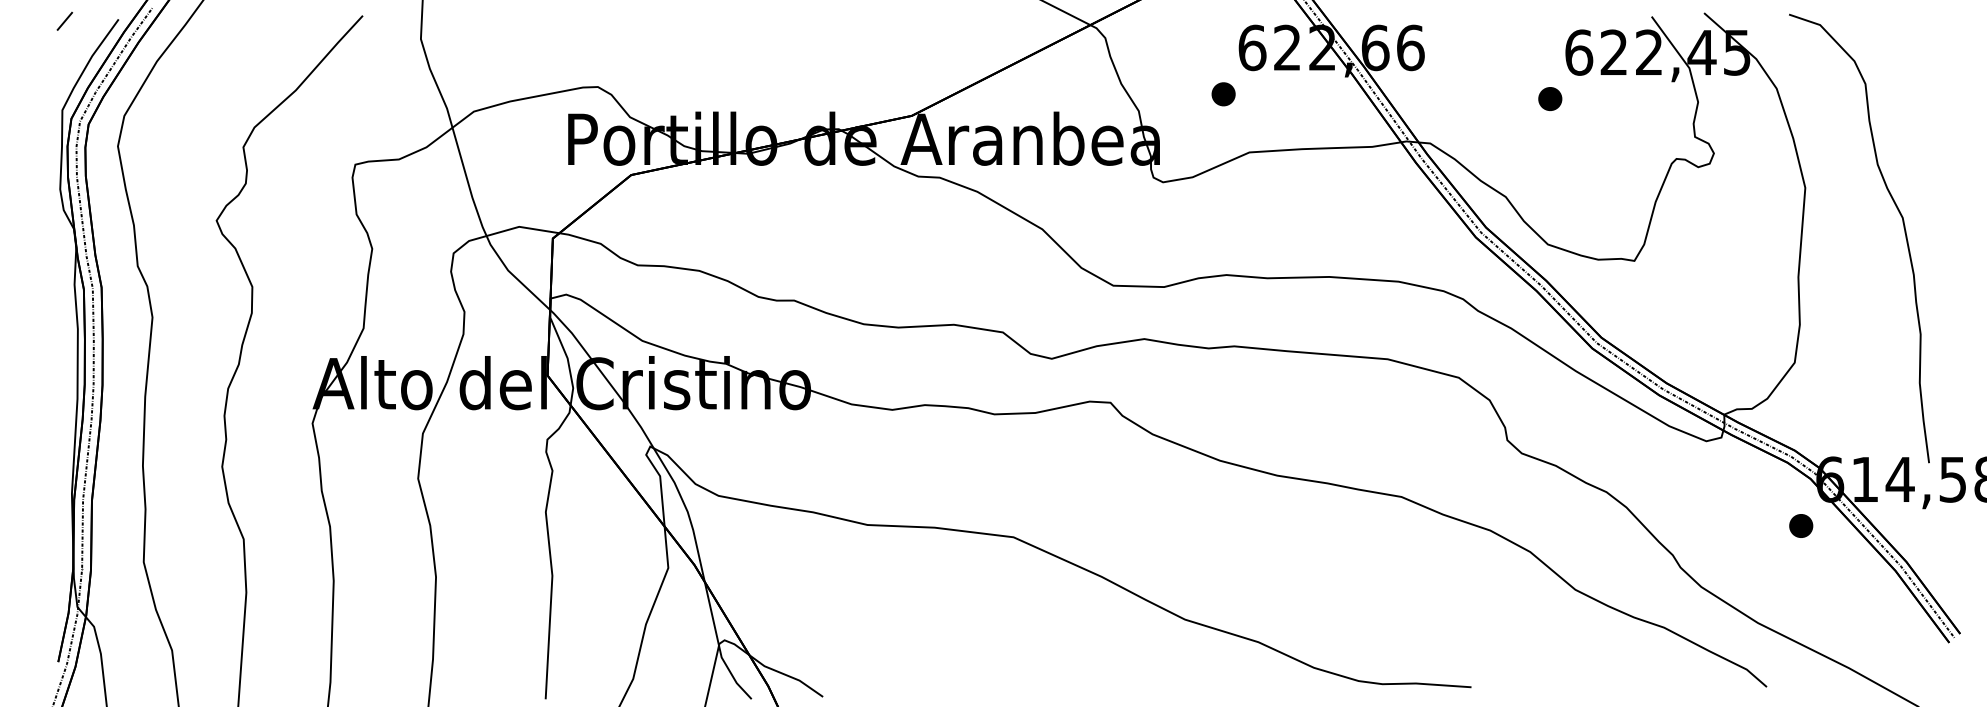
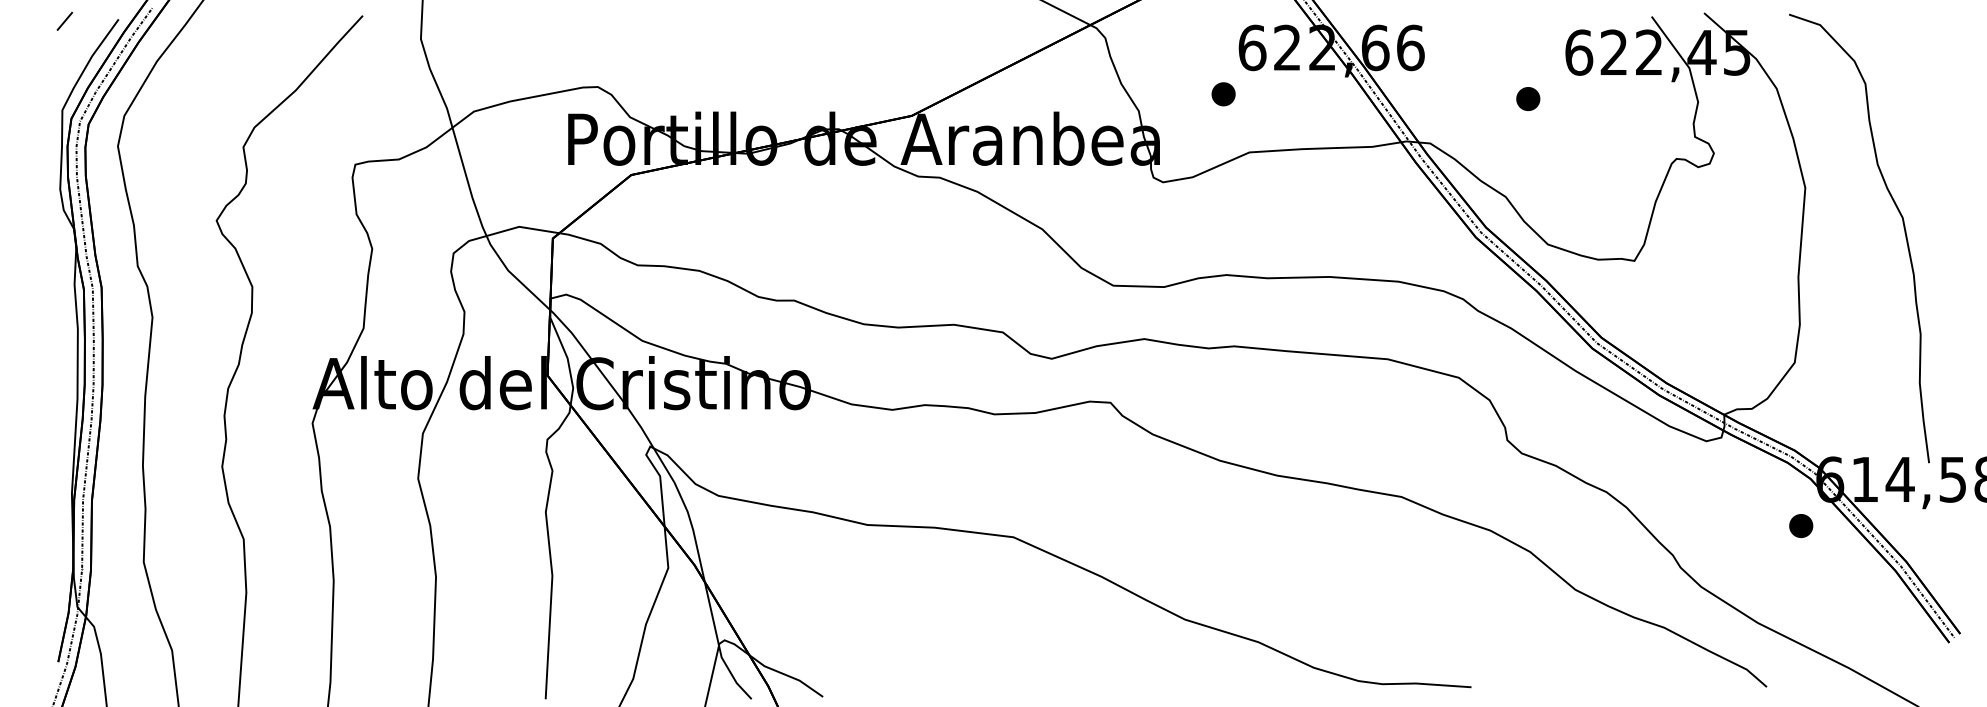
part at (1550, 98) position: (1550, 98) -> (1528, 98)
